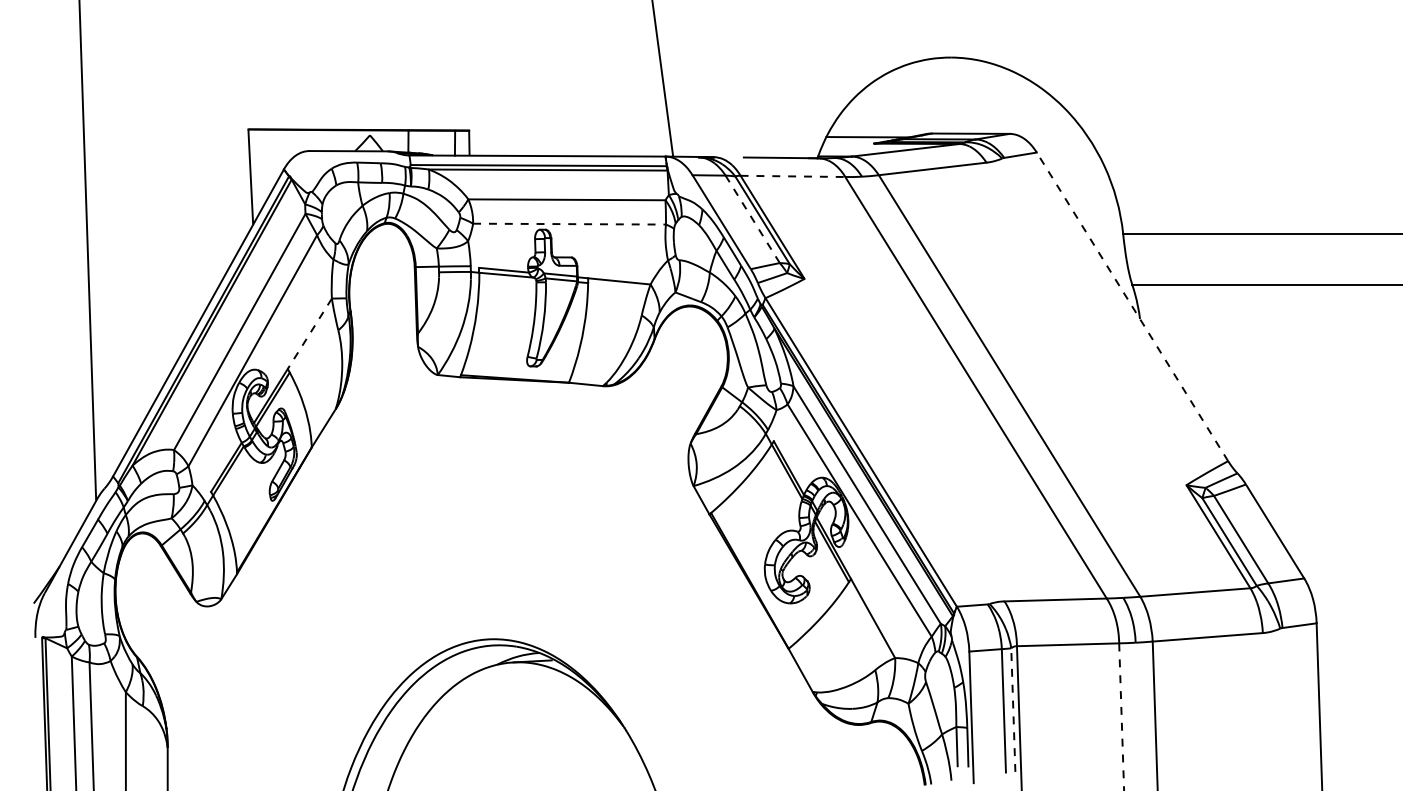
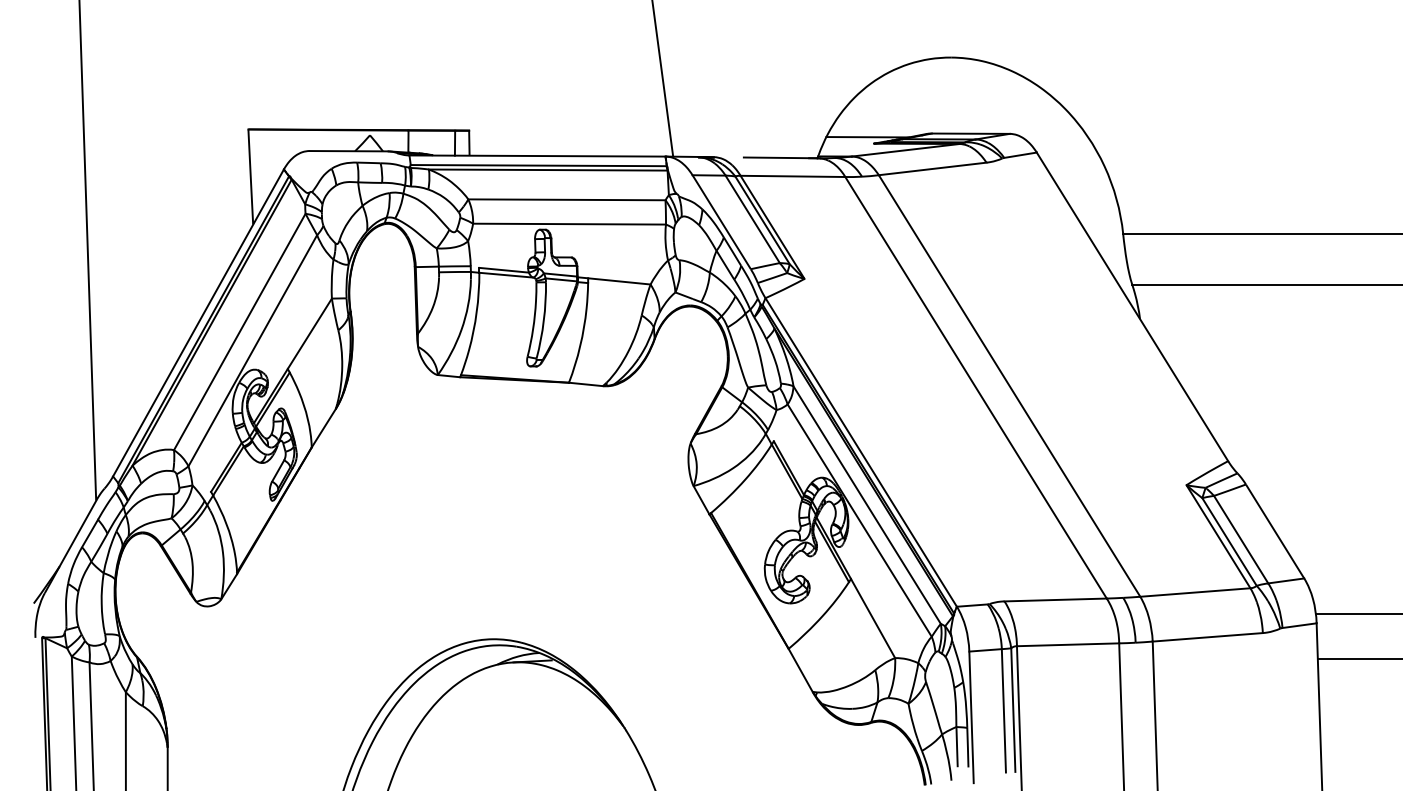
line at (793, 176): dashed -> solid
line at (752, 218): dashed -> solid
line at (570, 224): dashed -> solid
line at (1132, 306): dashed -> solid
line at (309, 333): dashed -> solid
line at (1357, 614): none -> present
line at (1358, 658): none -> present
line at (1013, 710): dashed -> solid
line at (1121, 716): dashed -> solid
